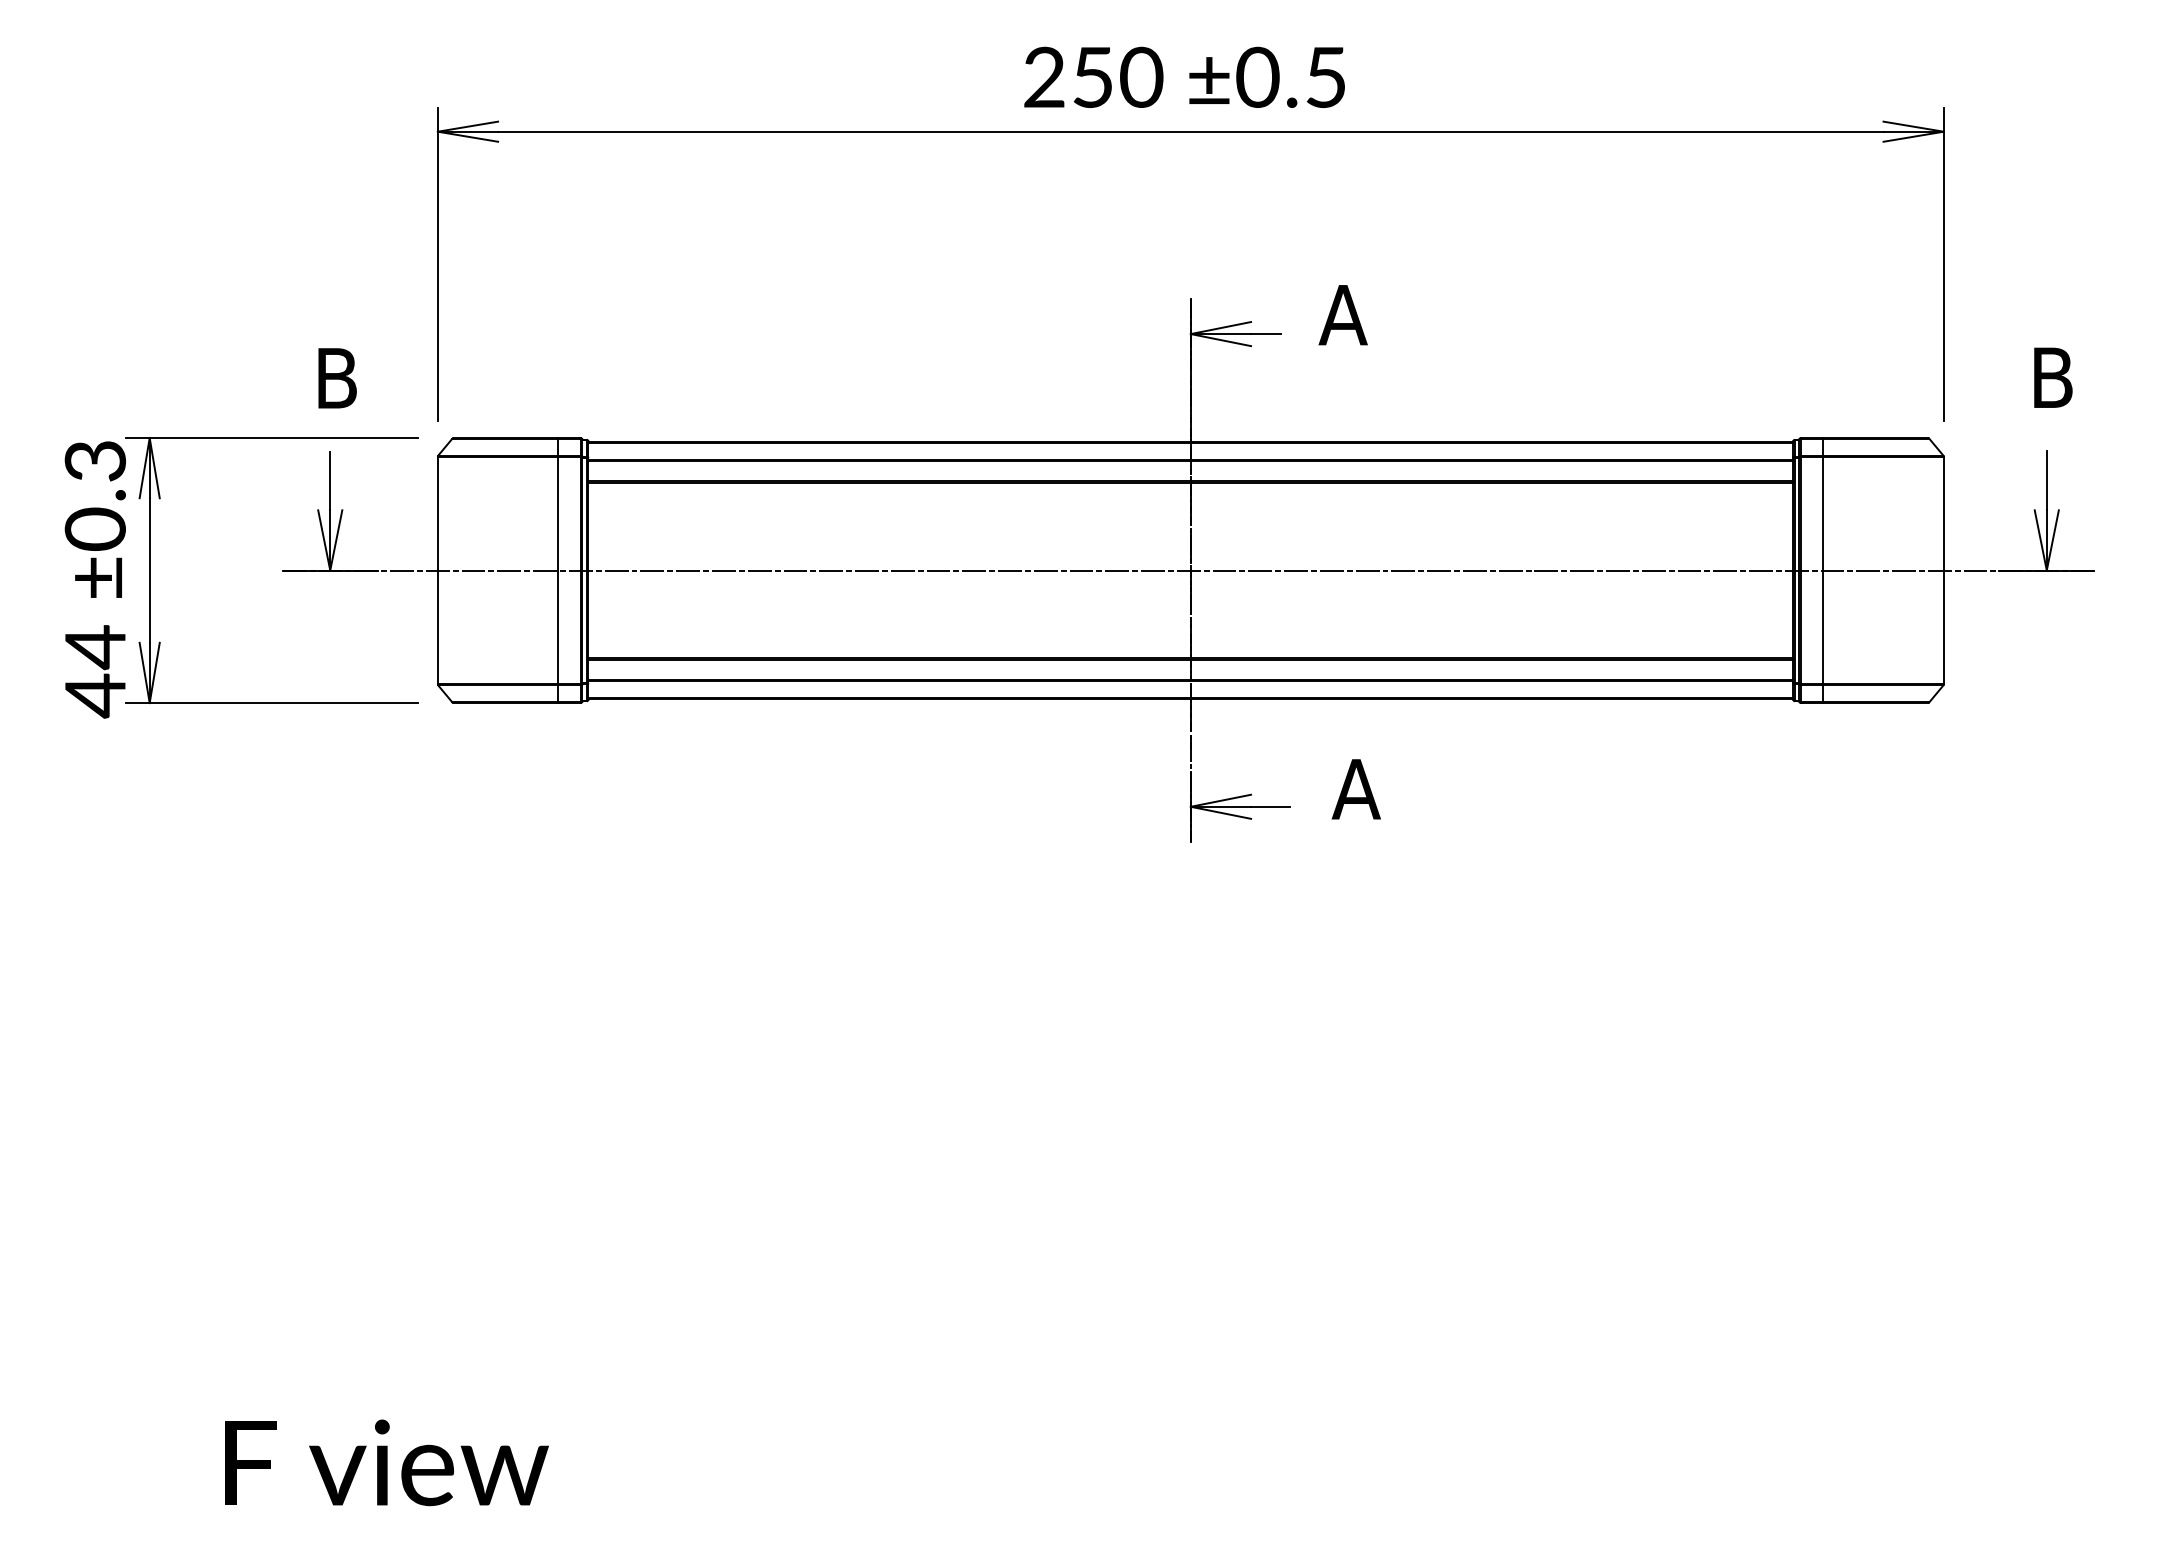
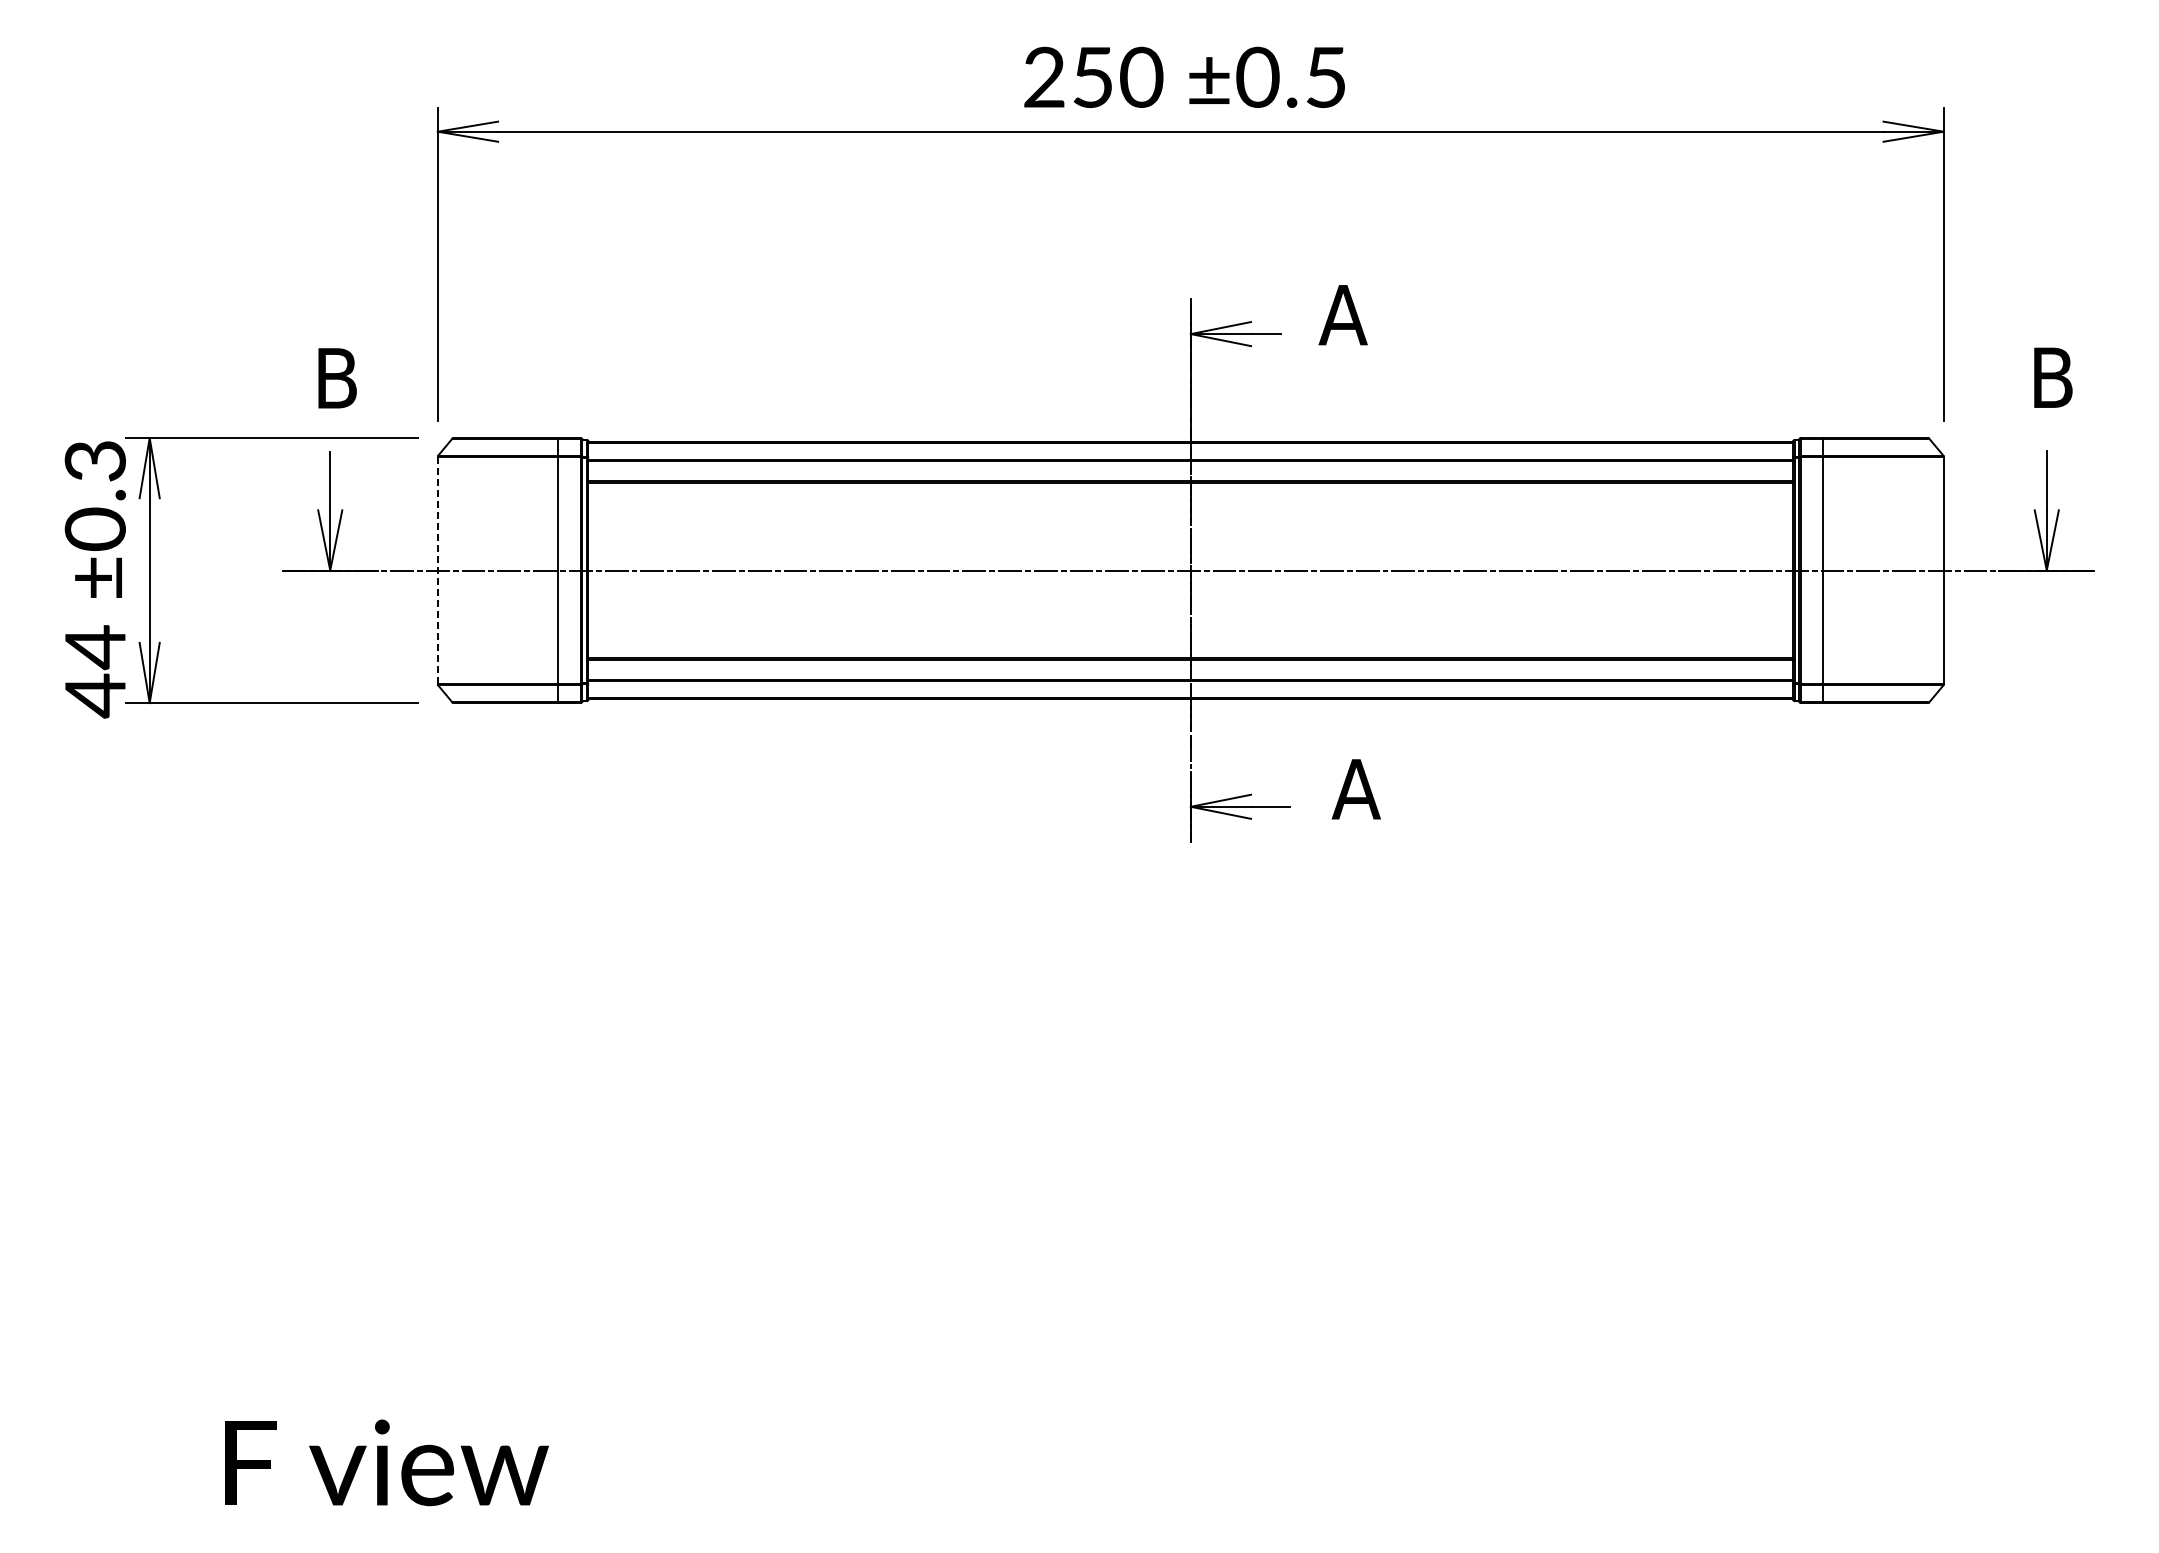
line at (437, 570): solid -> dashed
